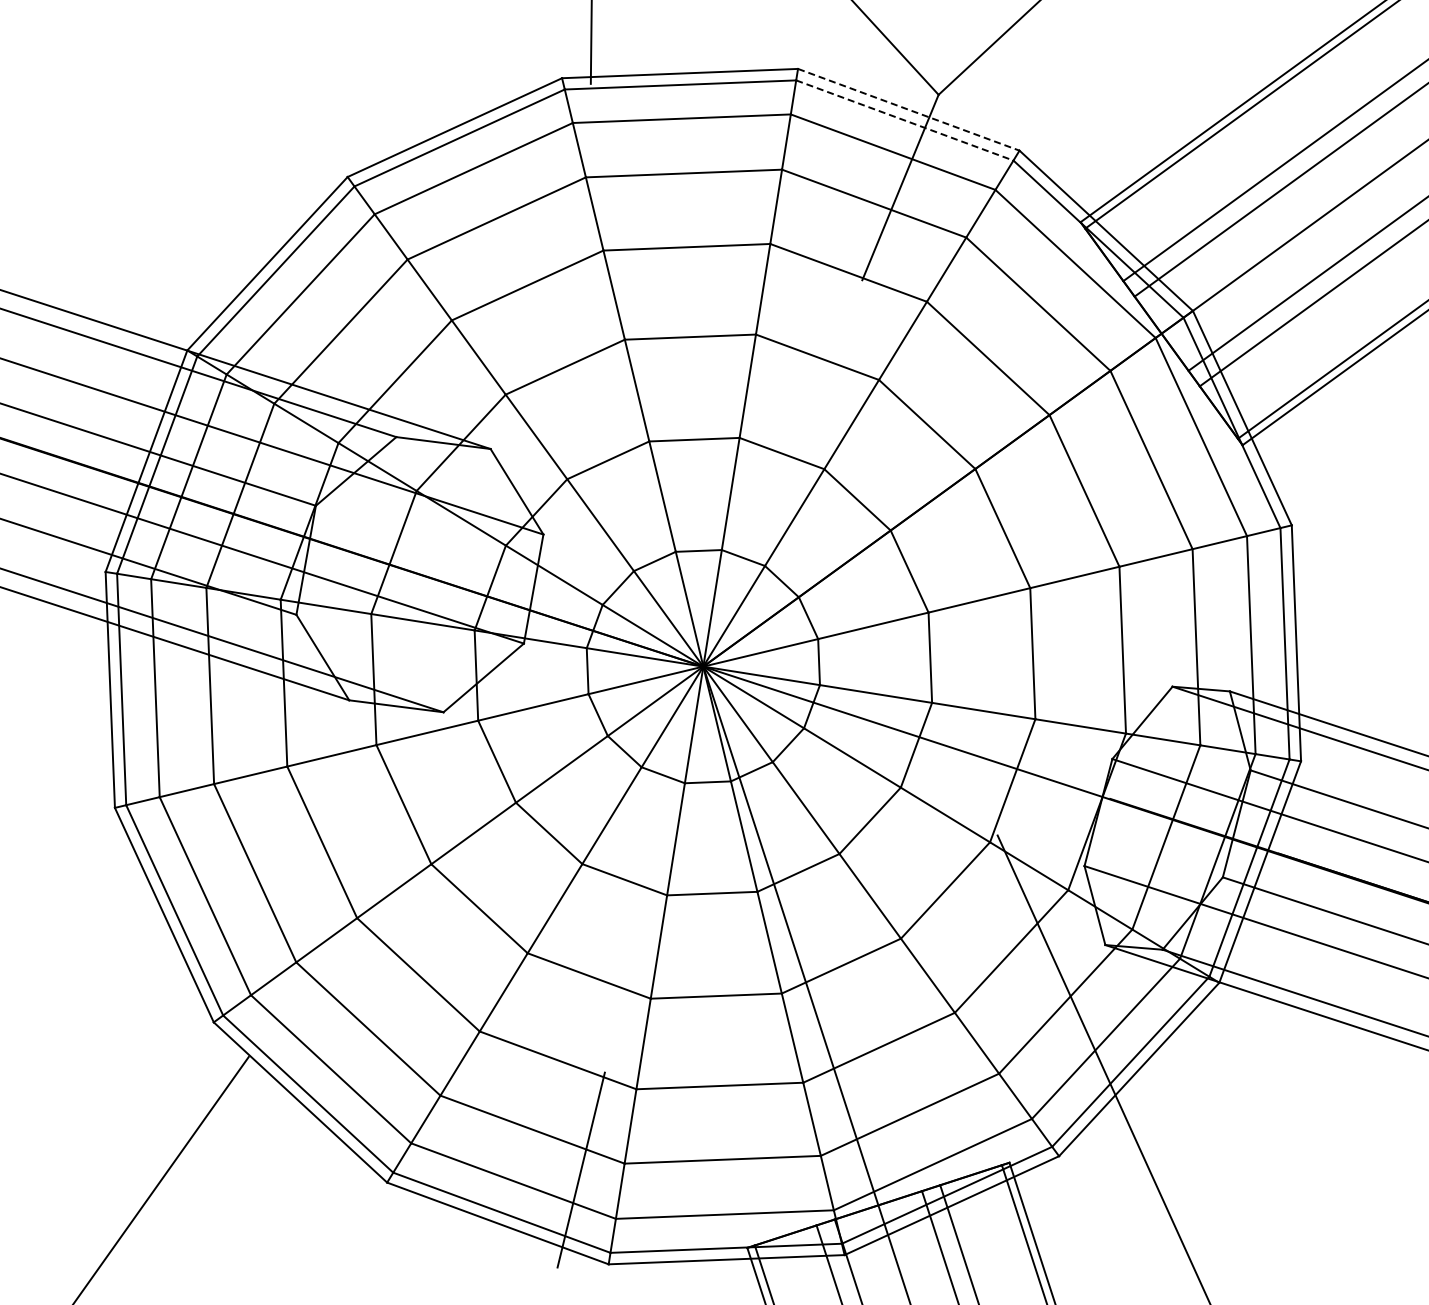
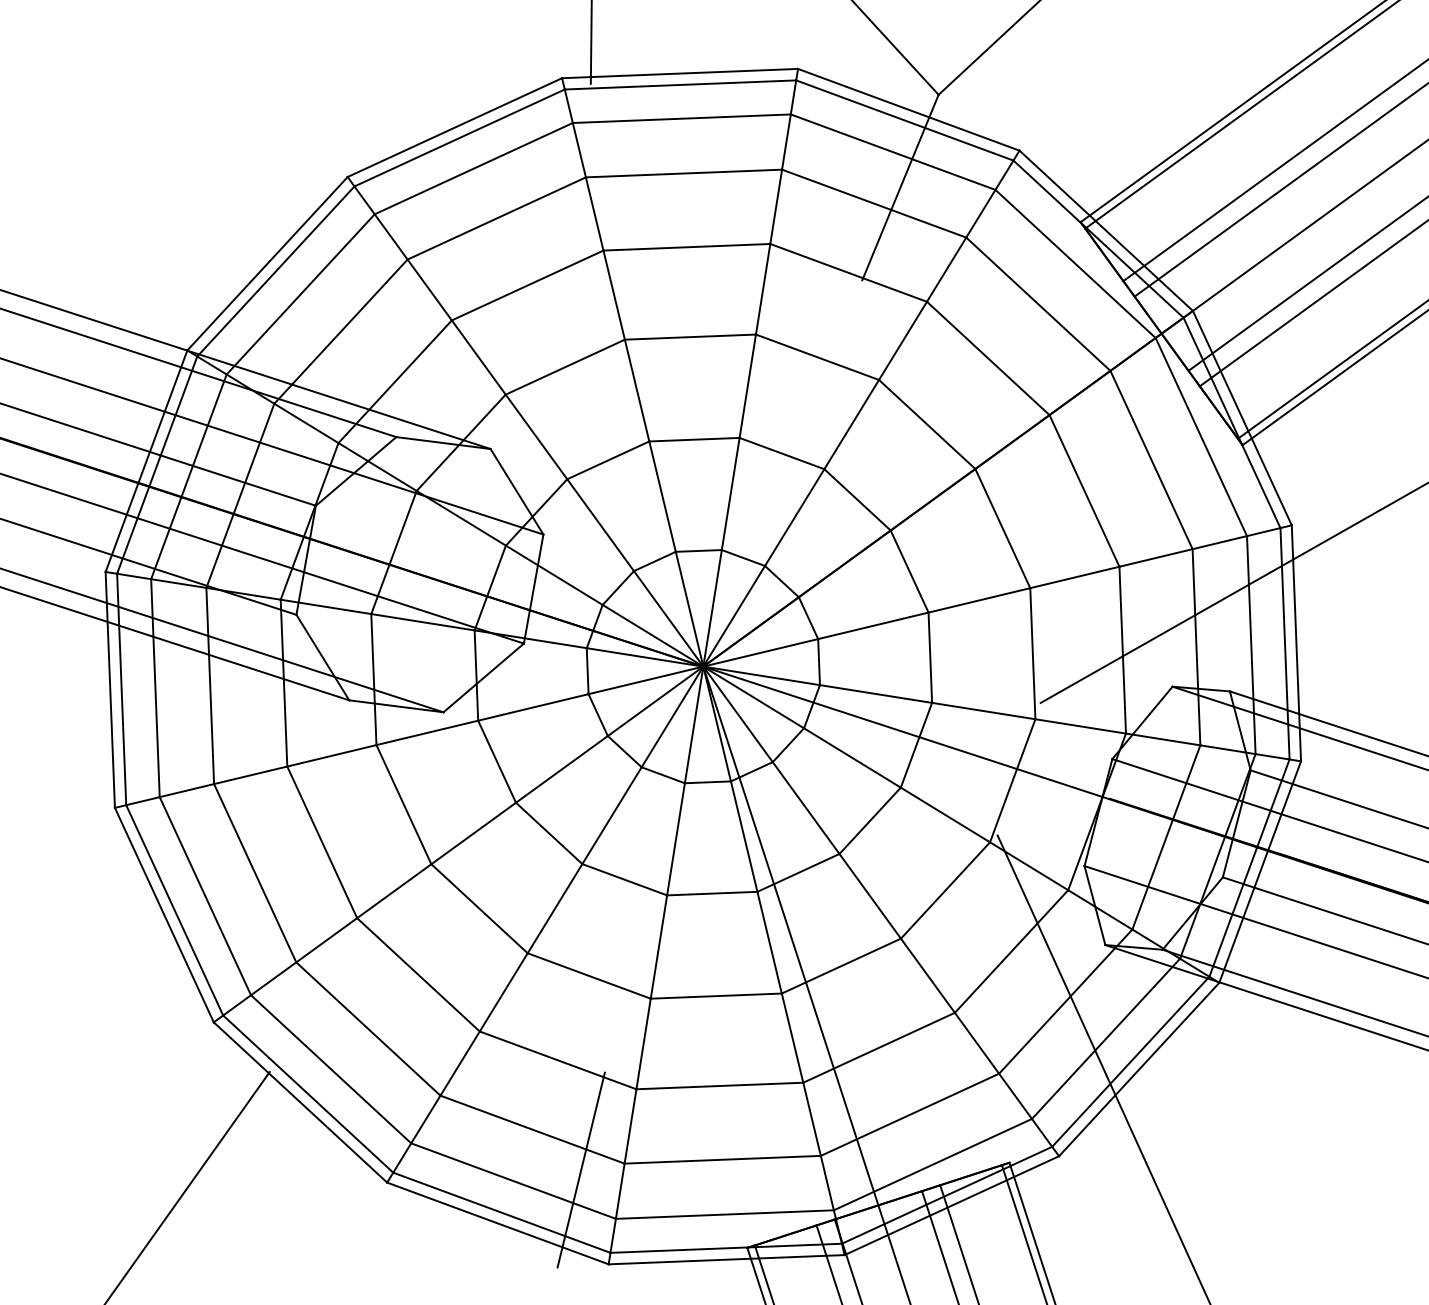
line at (909, 109): dashed -> solid
line at (904, 120): dashed -> solid
line at (1232, 593): none -> present
line at (161, 1178) position: (161, 1178) -> (187, 1186)
